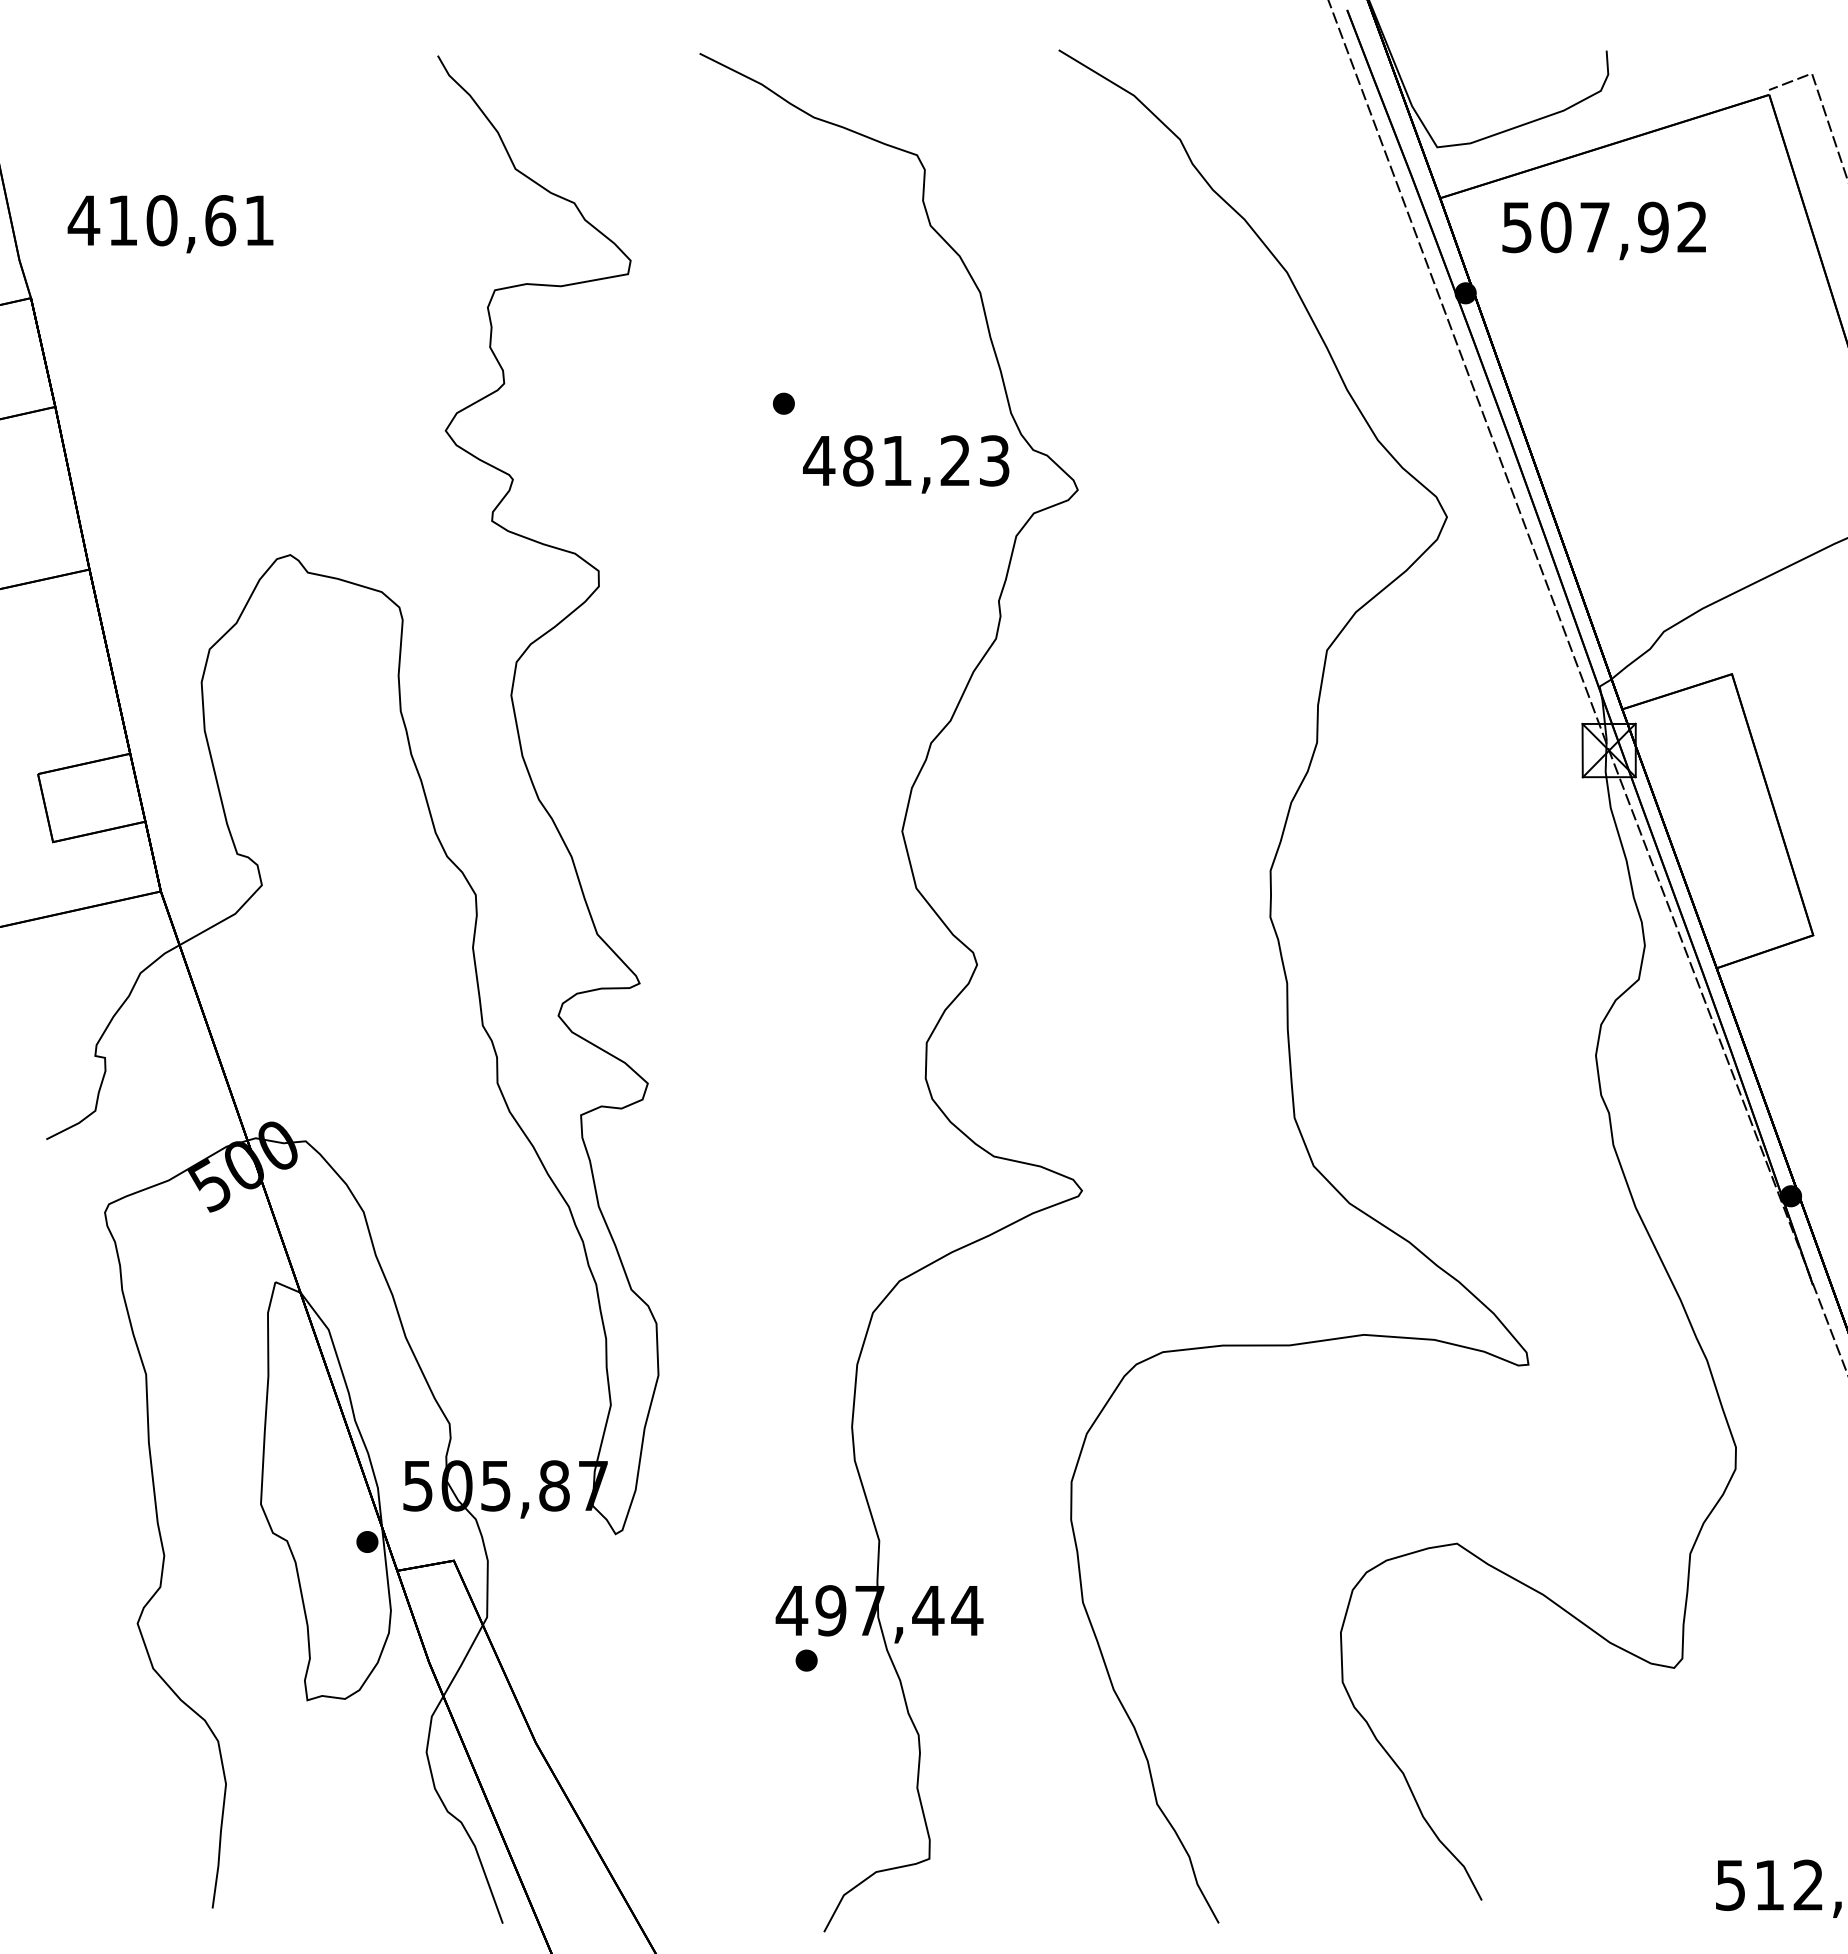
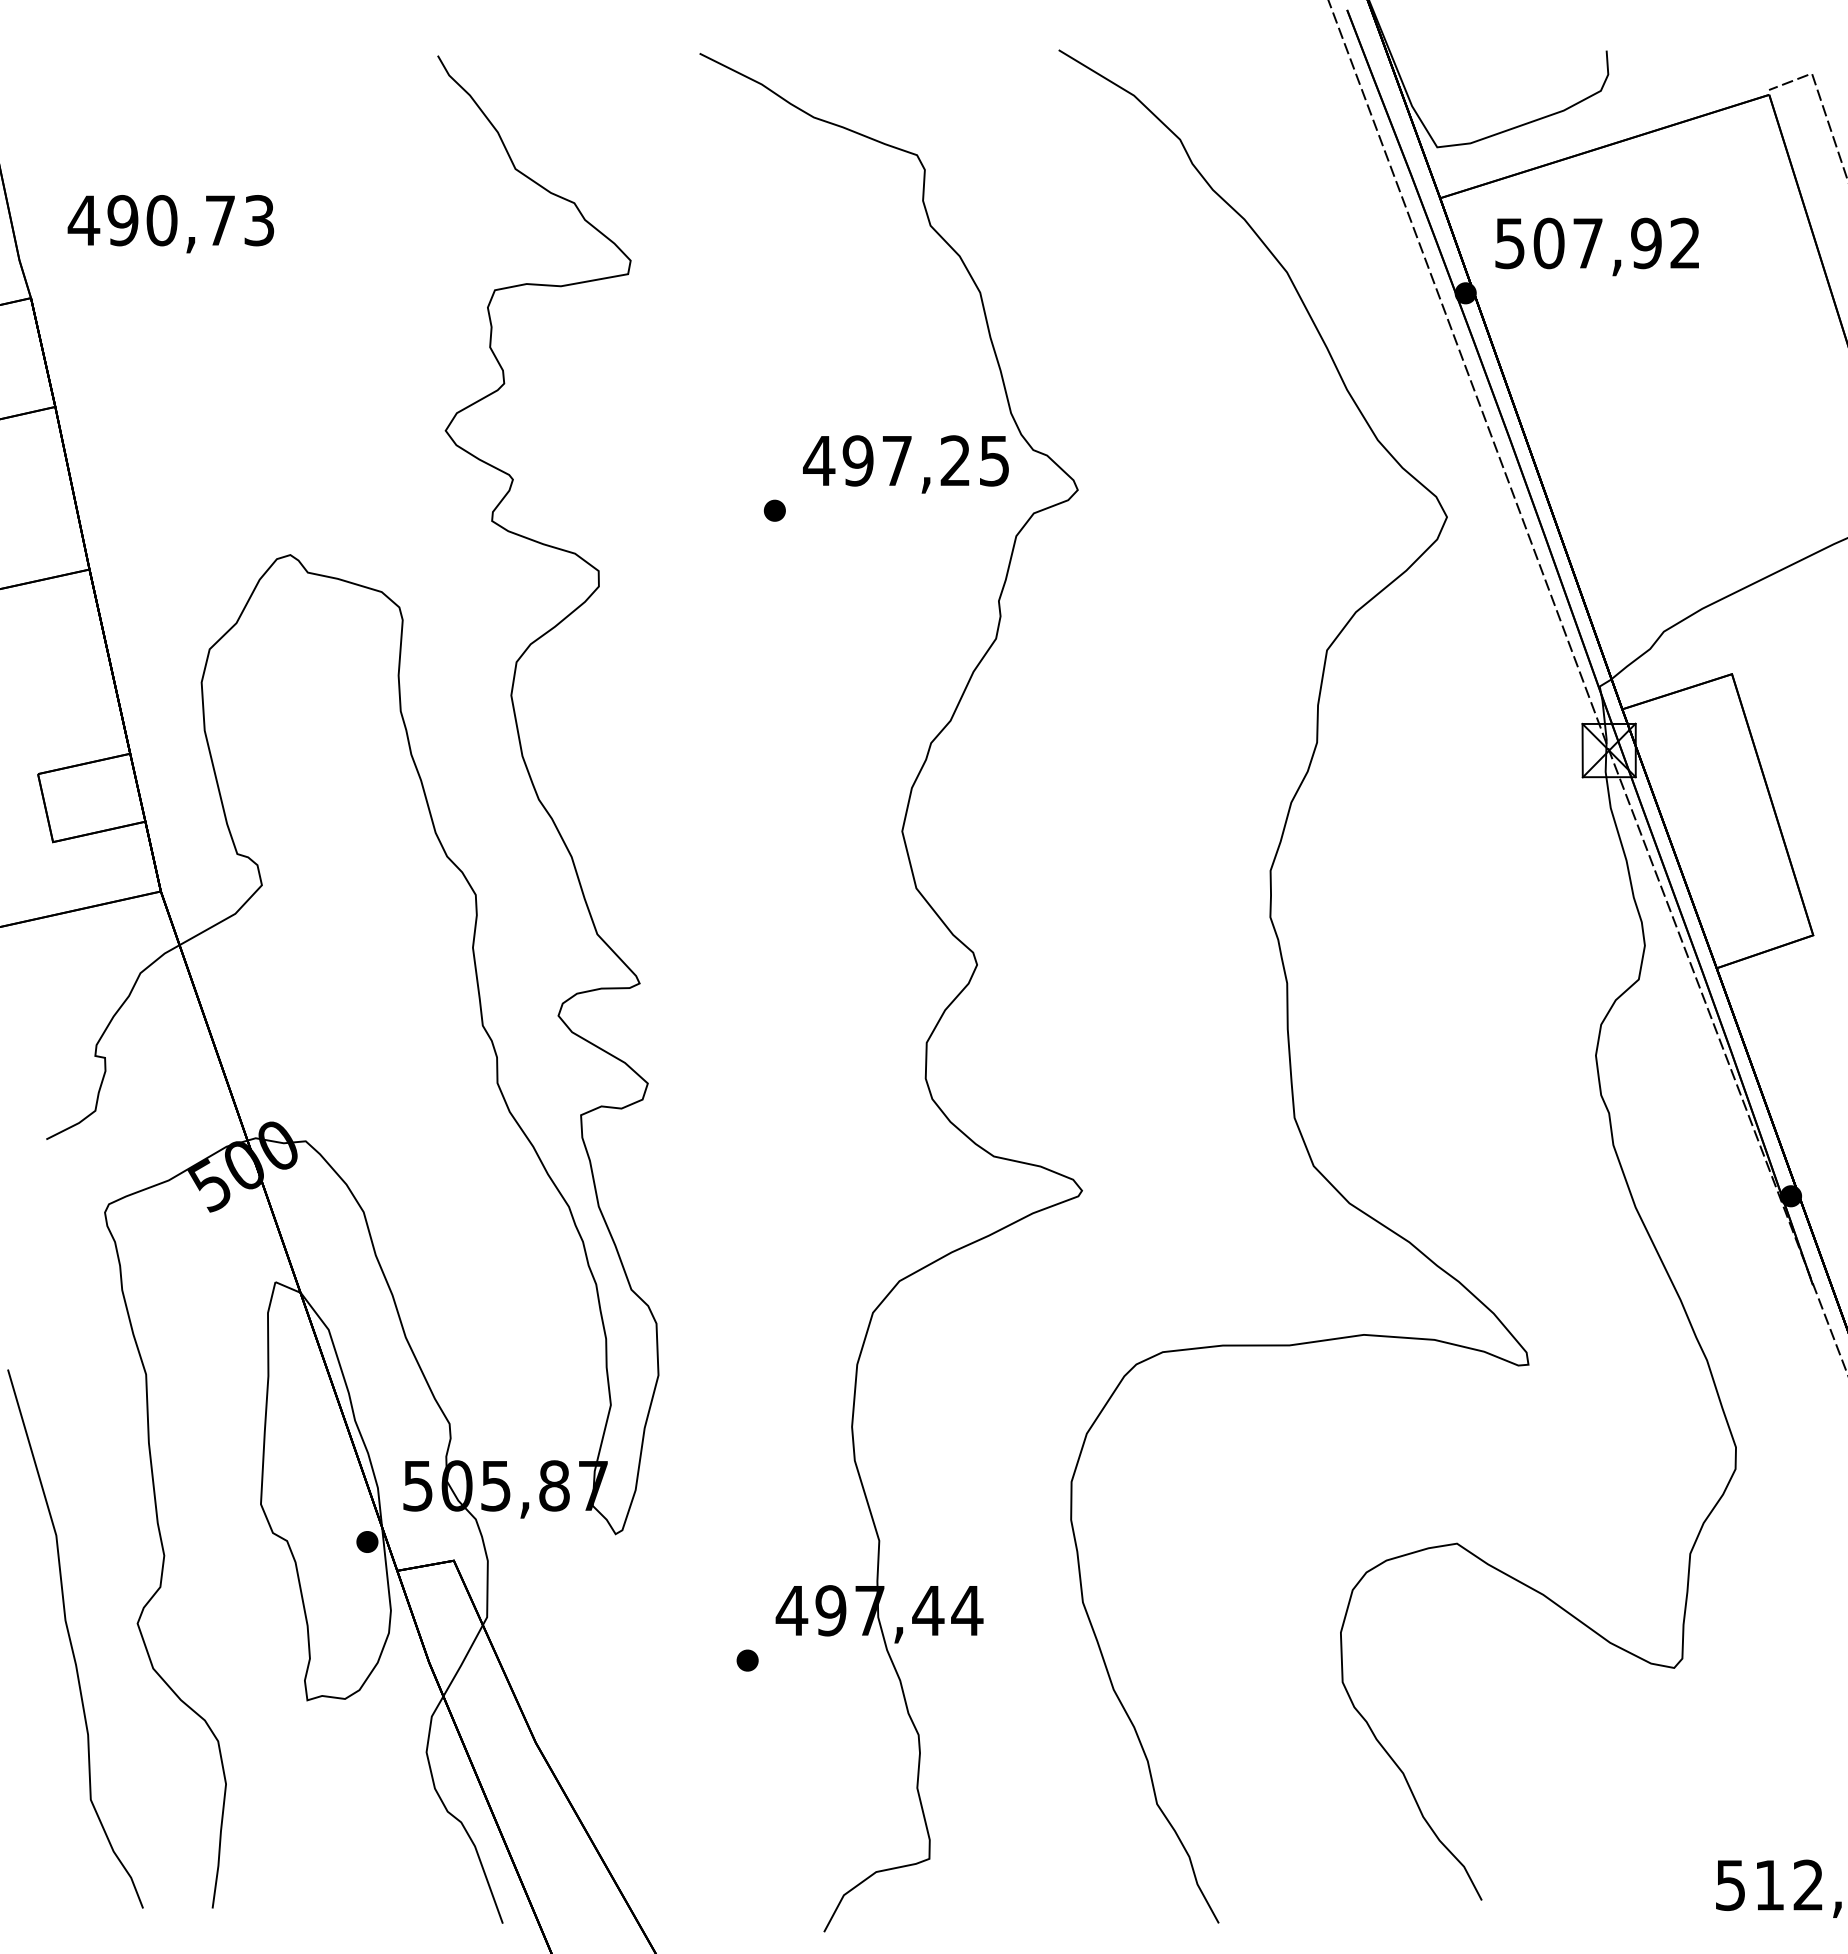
text at (190, 220): 410,61 -> 490,73
text at (1603, 230) position: (1603, 230) -> (1596, 246)
part at (783, 403) position: (783, 403) -> (774, 510)
text at (925, 460): 481,23 -> 497,25
curve at (71, 1640): none -> present
part at (806, 1660) position: (806, 1660) -> (747, 1660)
